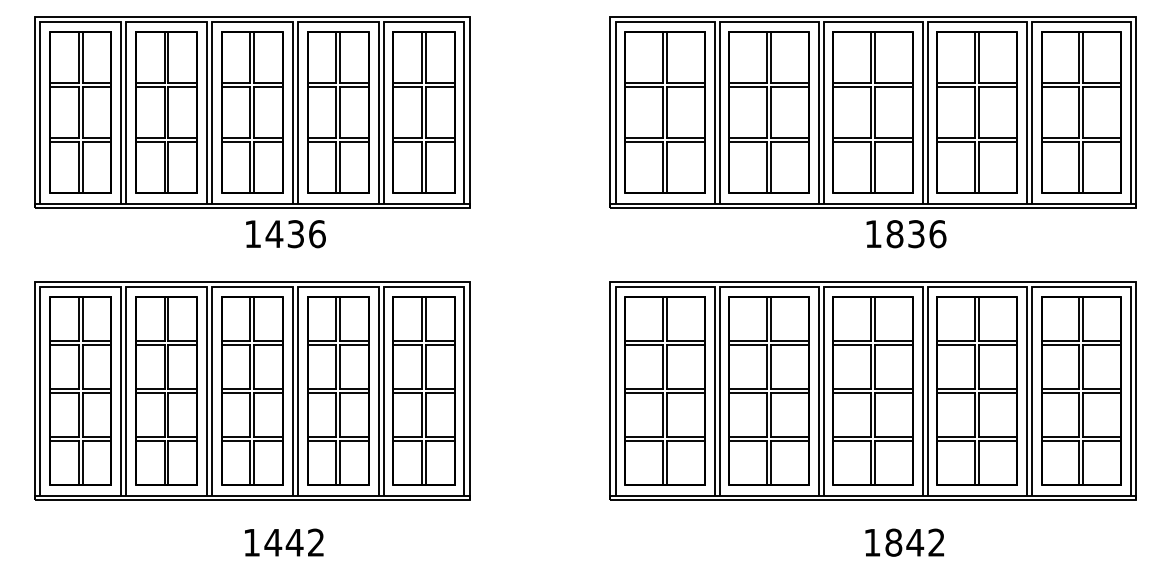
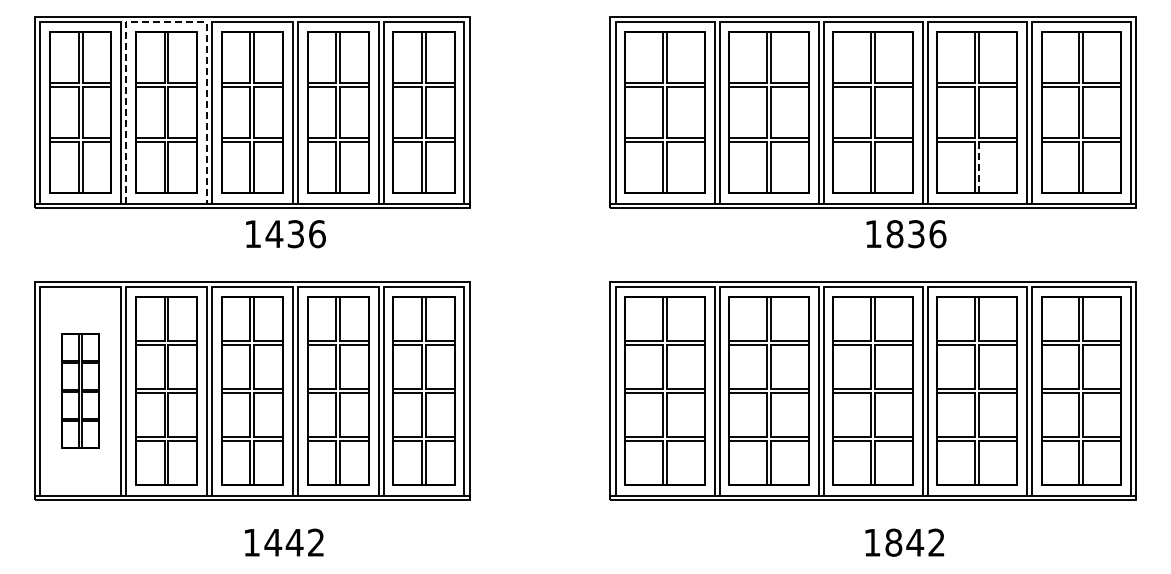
line at (166, 22): solid -> dashed
line at (979, 167): solid -> dashed
part at (80, 390) size: 63x190 px -> 39x116 px
